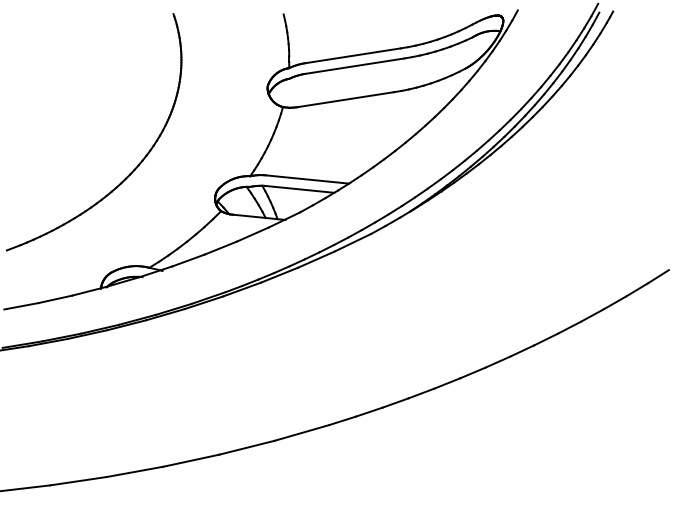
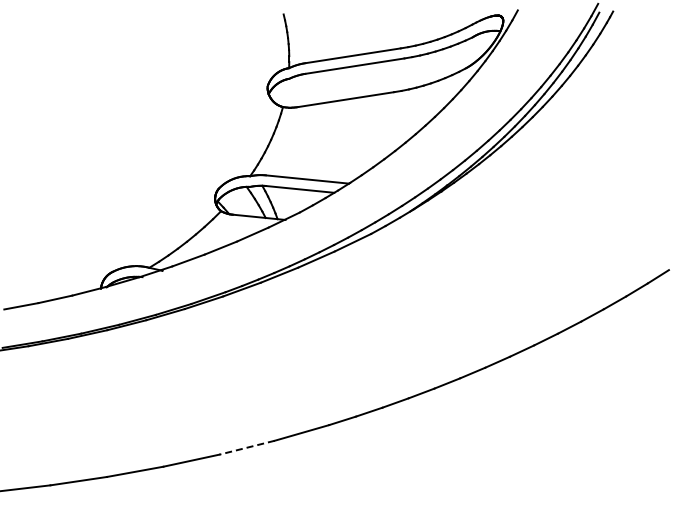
part at (137, 164): present -> none
line at (247, 447): solid -> dashed
